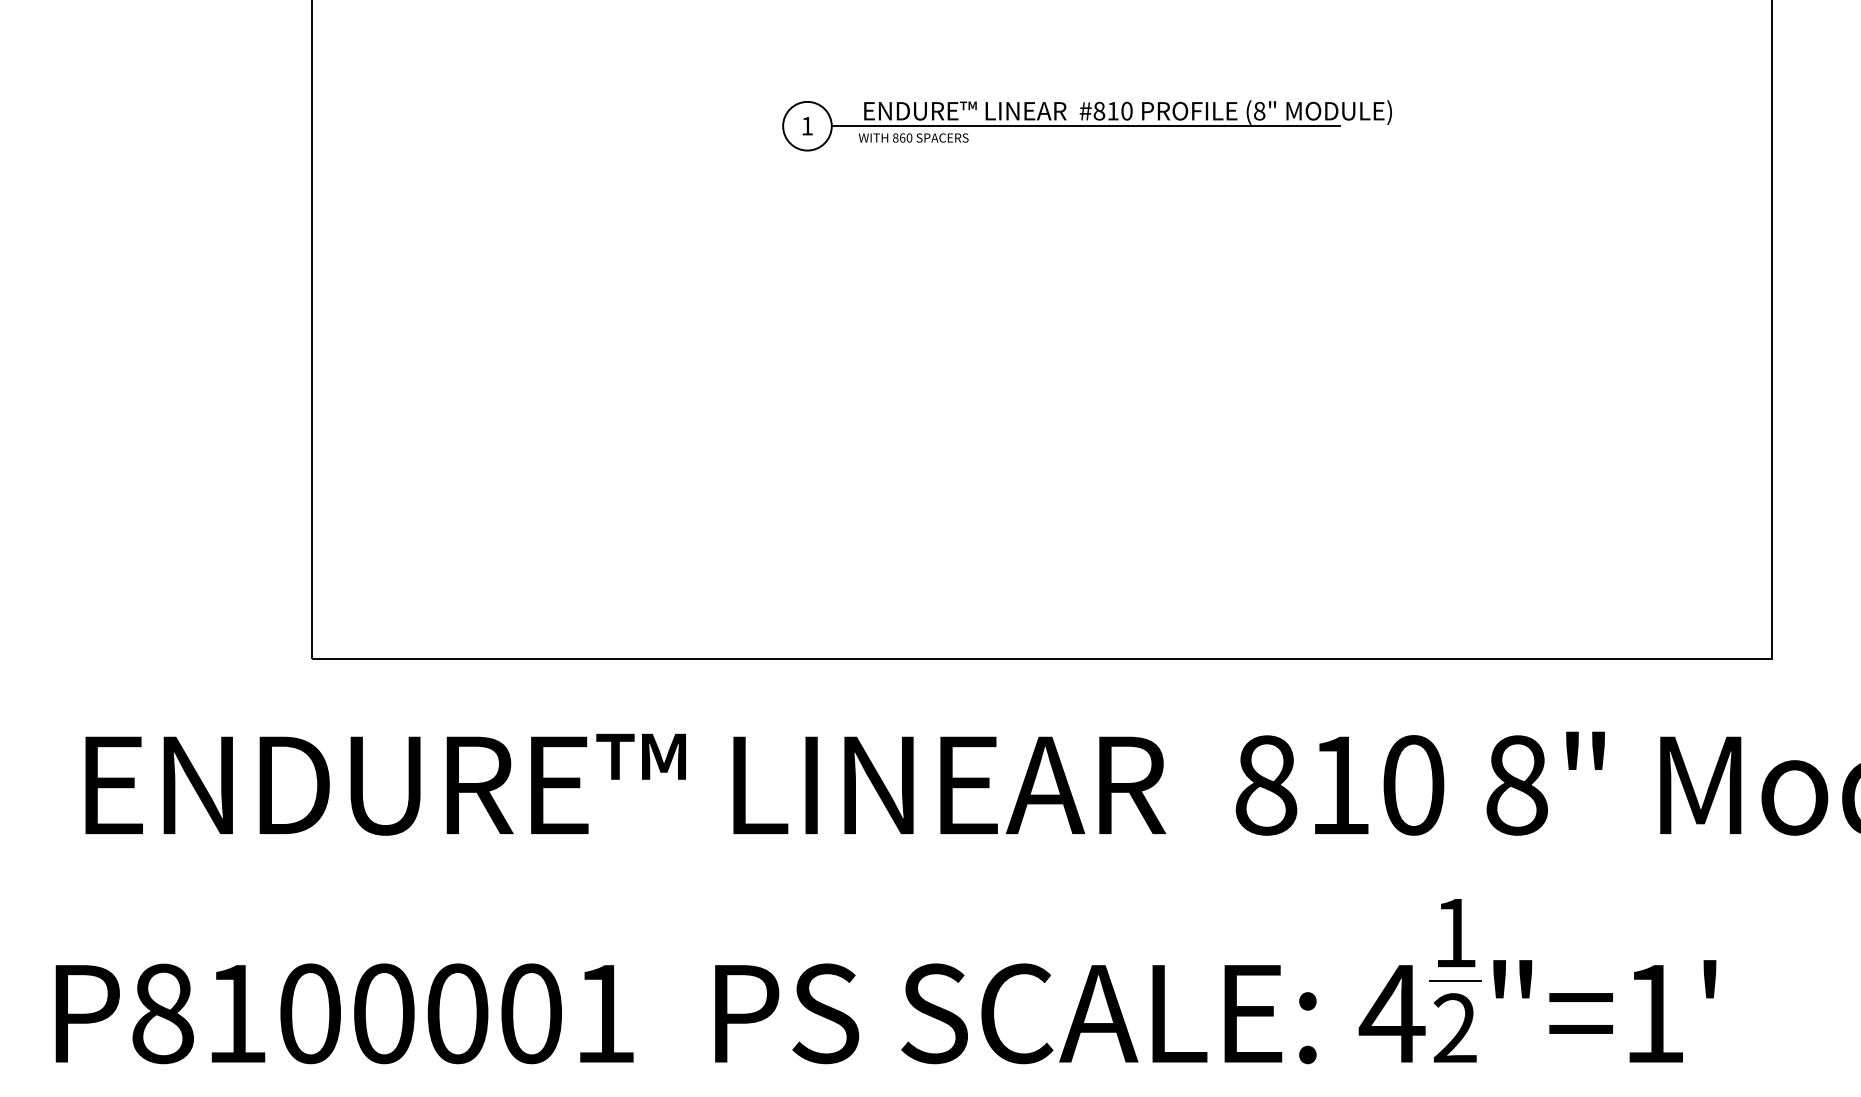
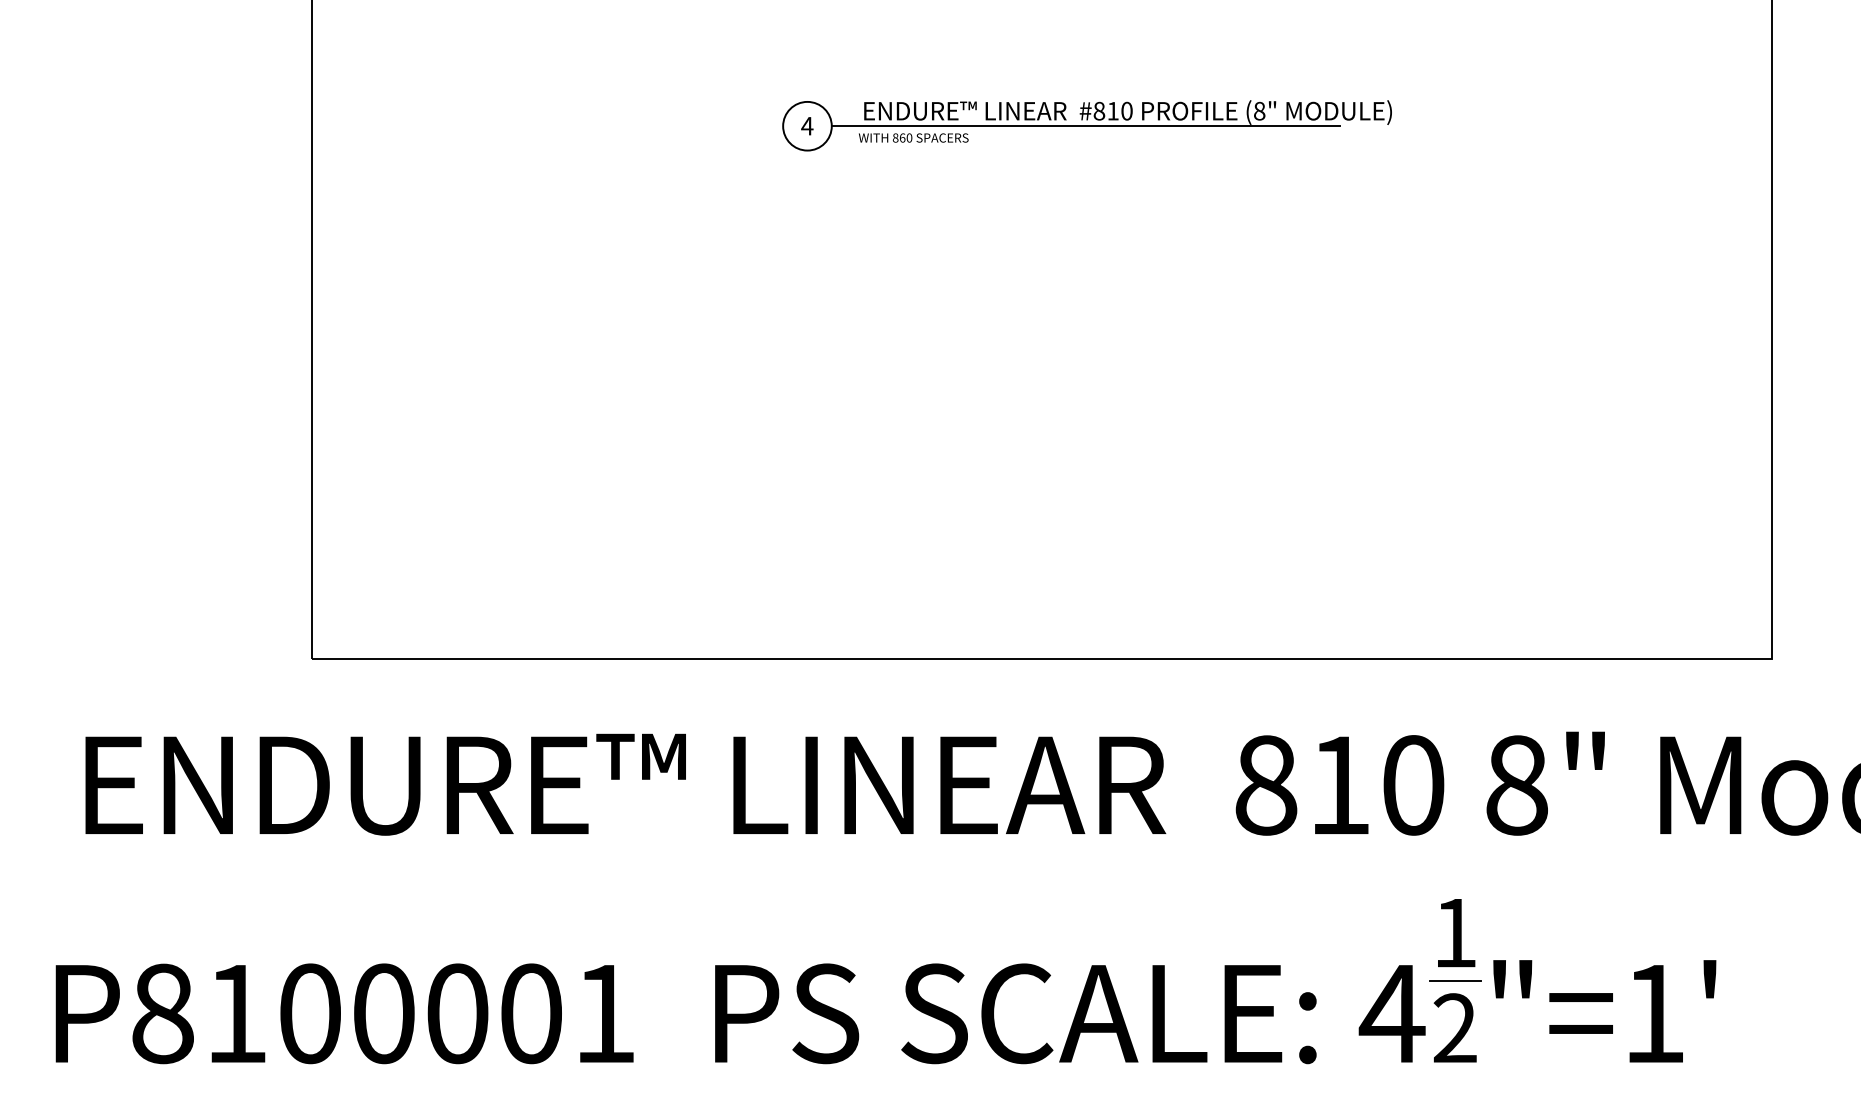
text at (807, 126): 1 -> 4
